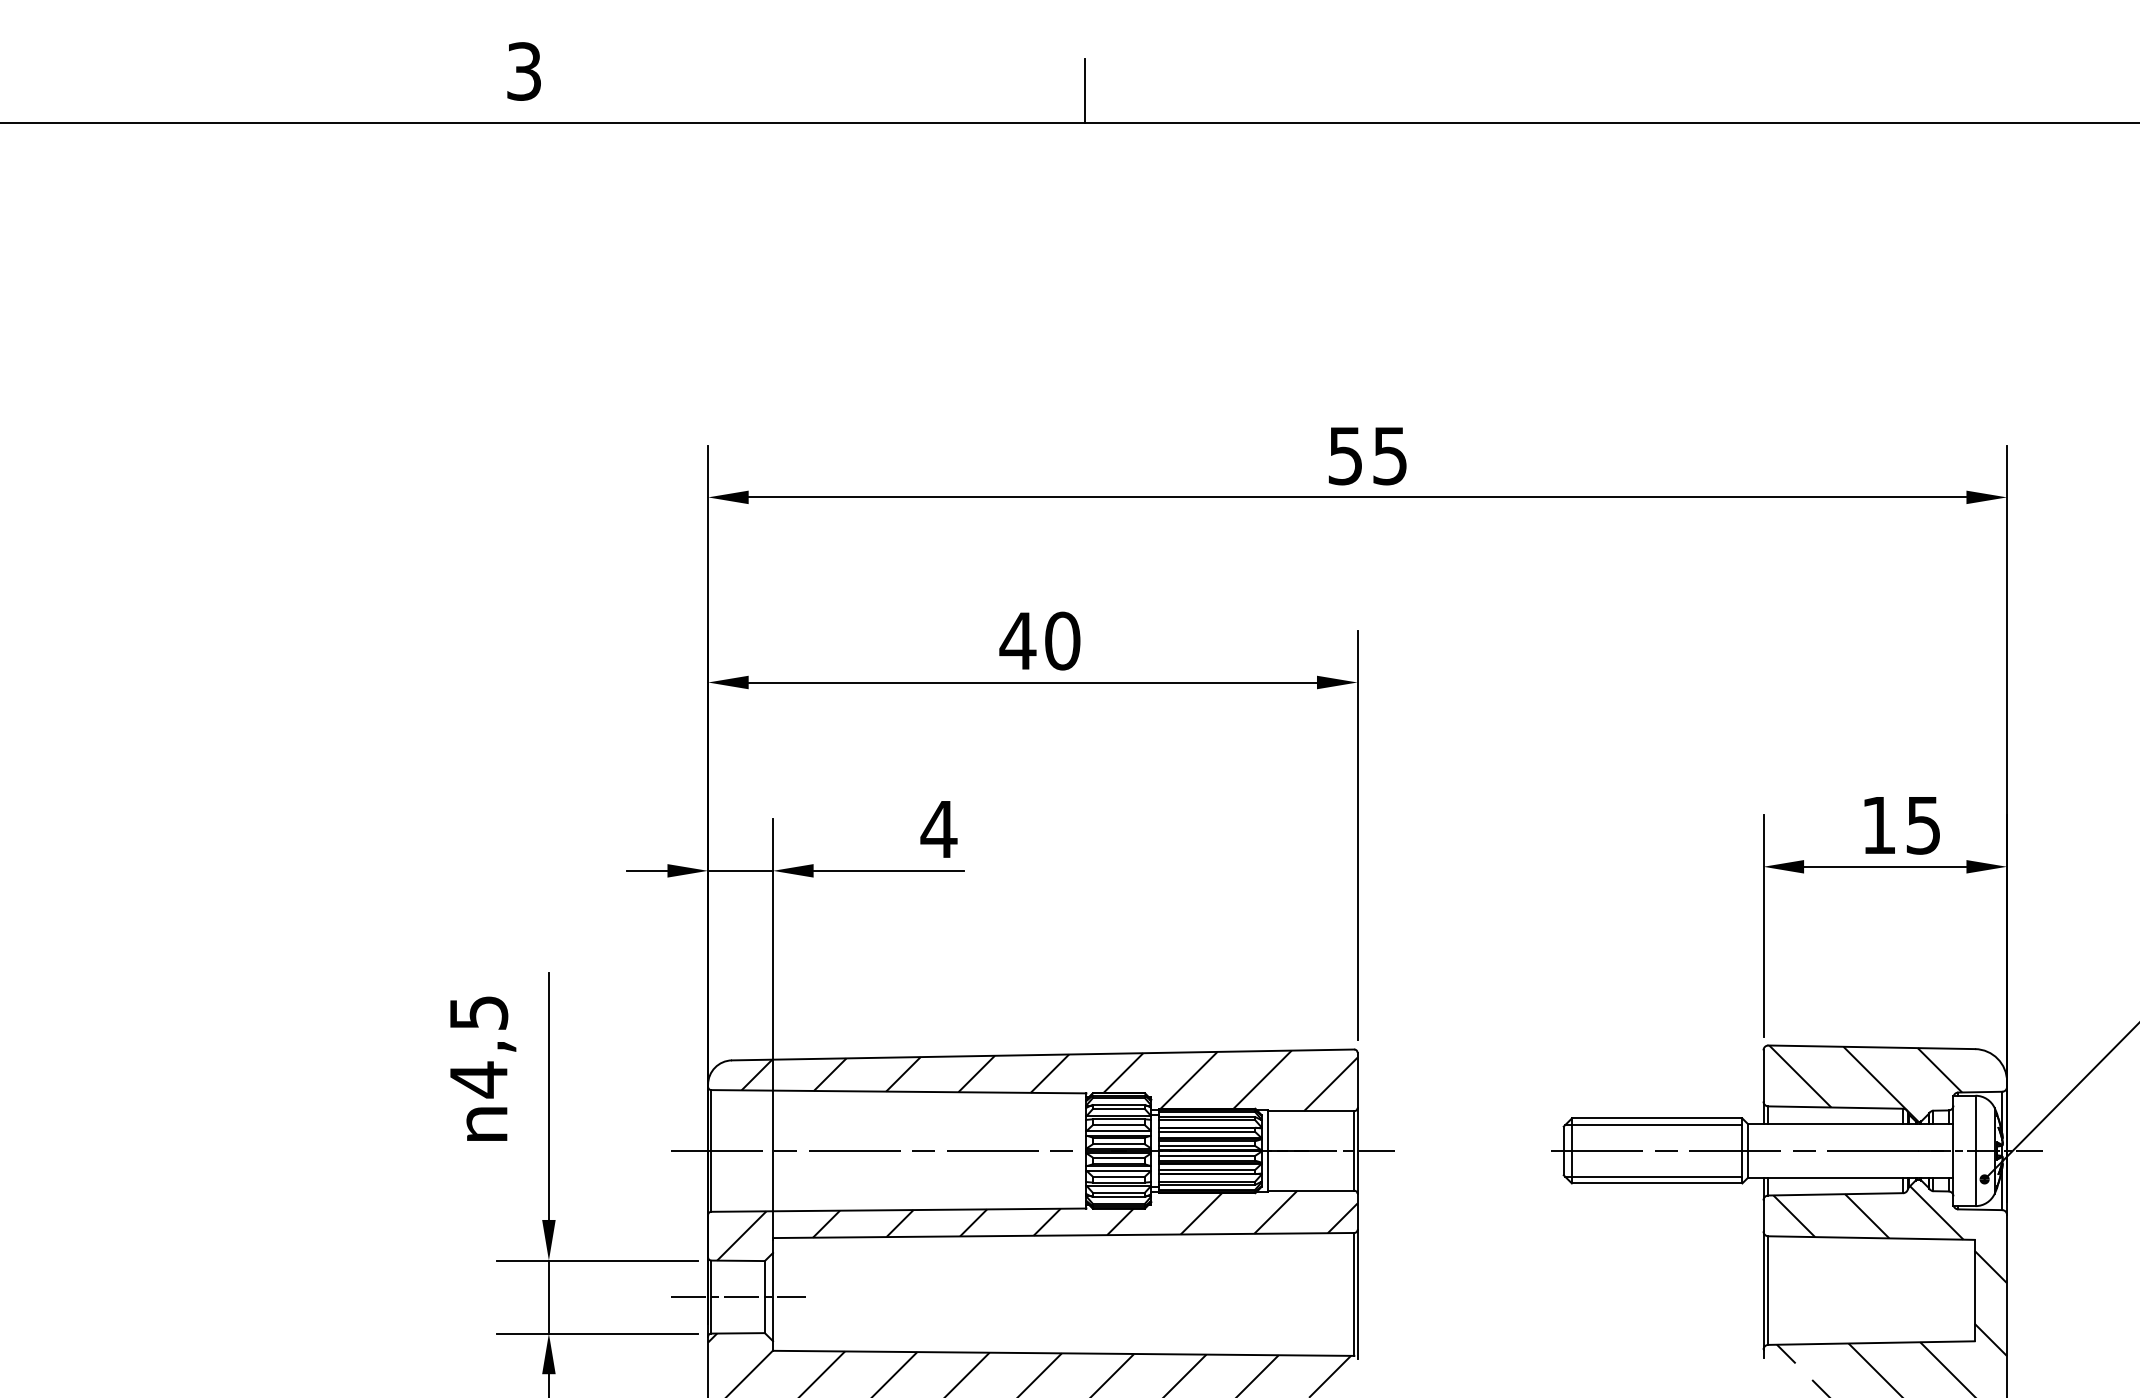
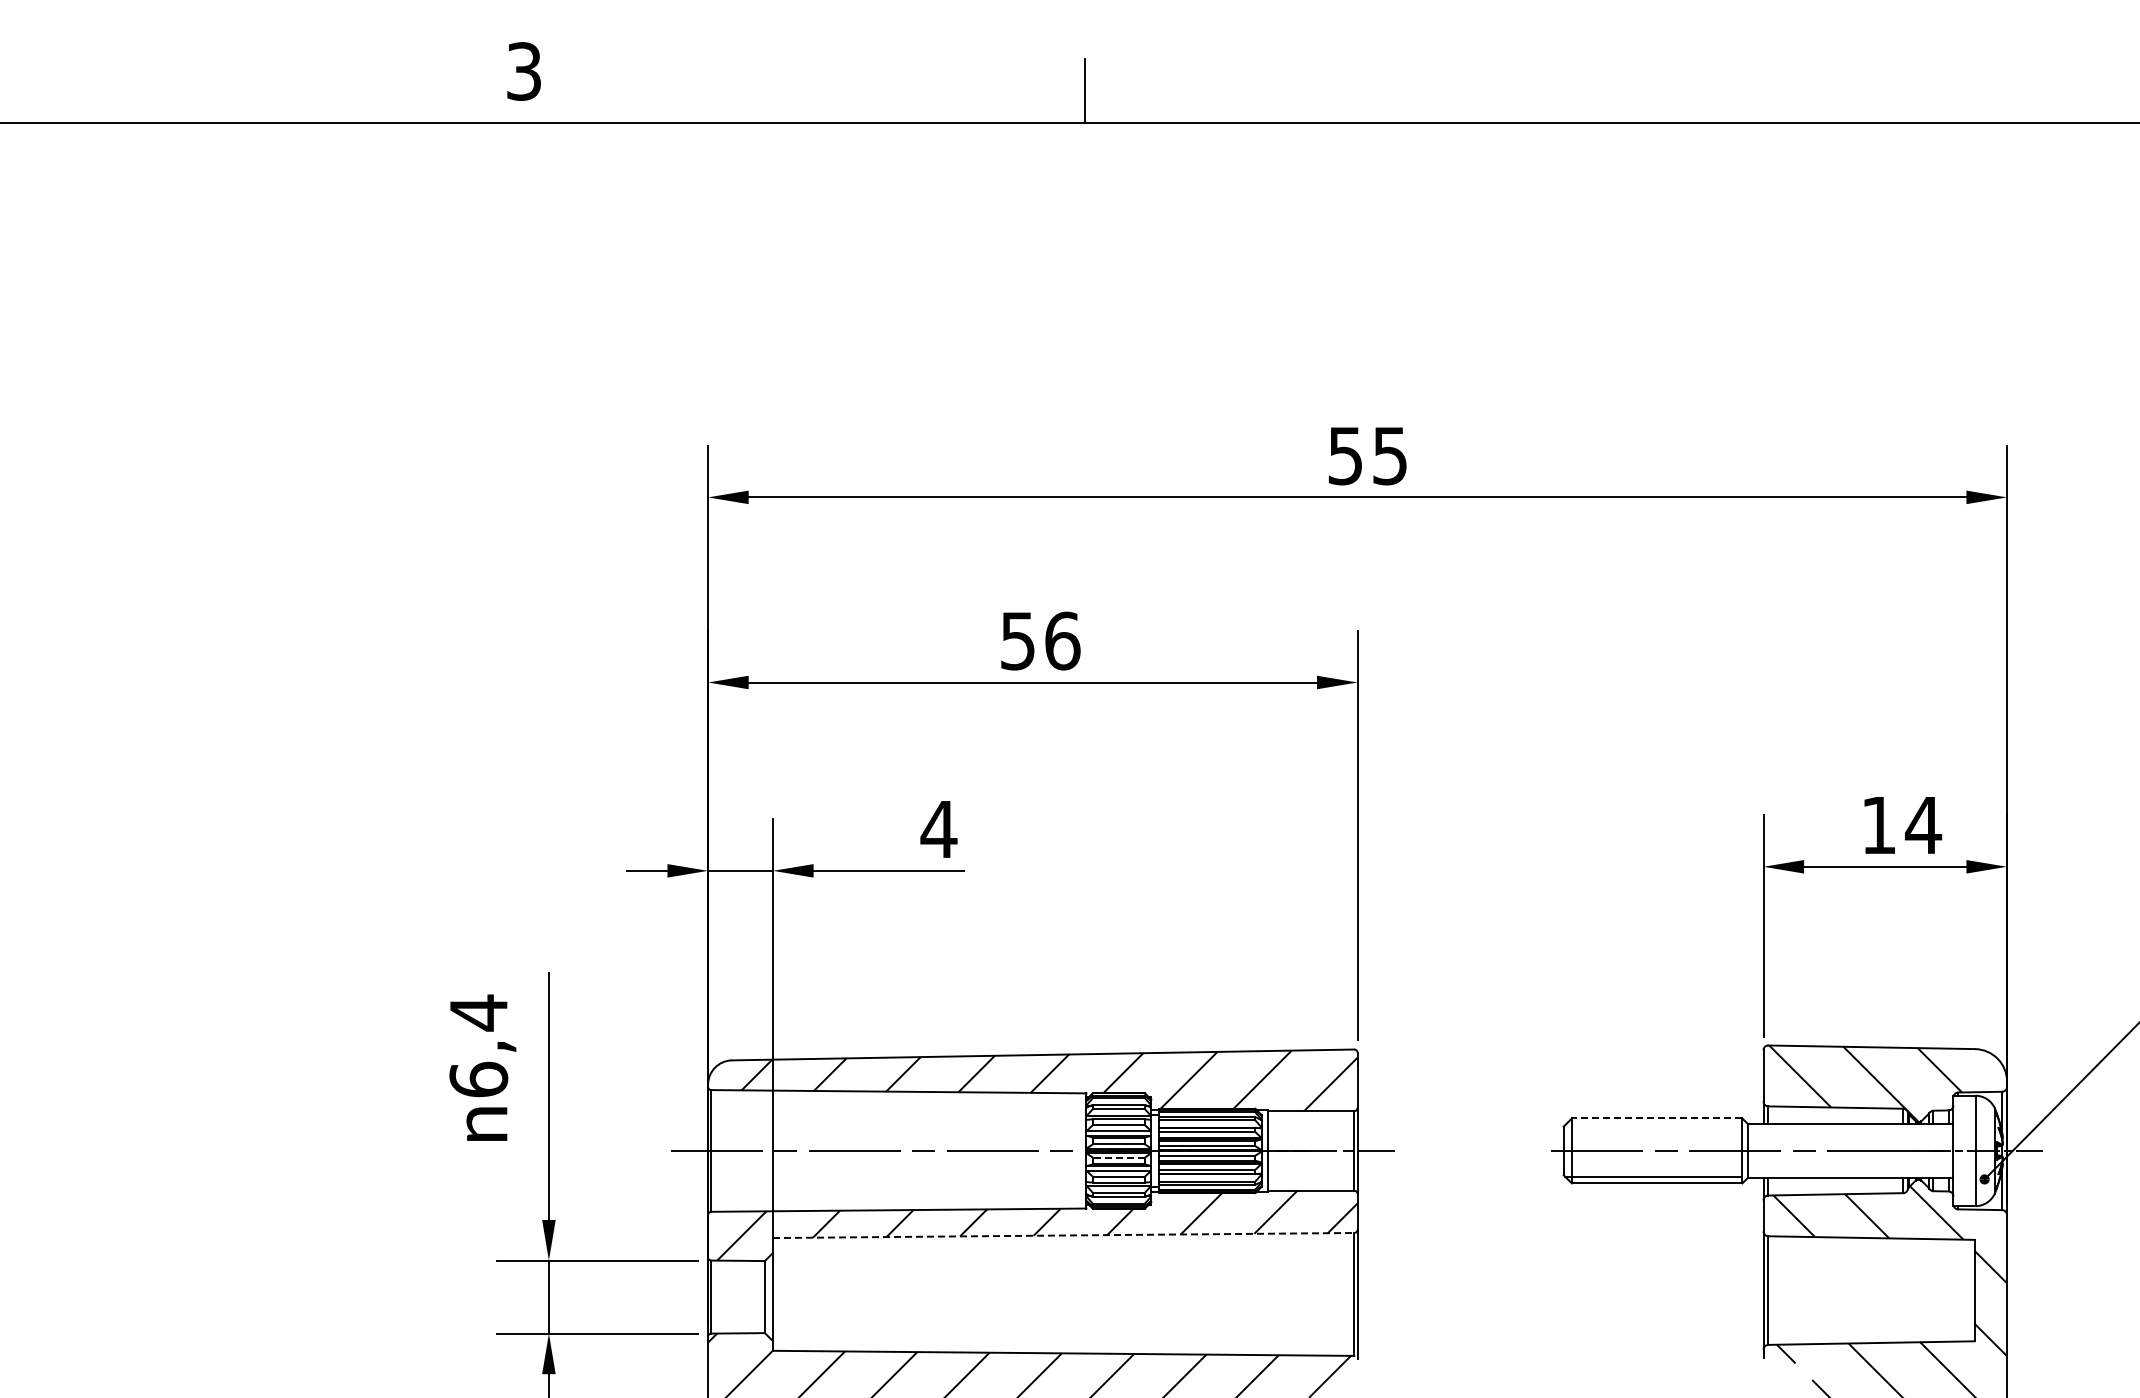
text at (1039, 640): 40 -> 56
text at (1923, 825): 15 -> 14
text at (478, 1046): 4,5 -> 6,4
line at (1656, 1118): solid -> dashed
line at (1653, 1125): present -> none
line at (1118, 1157): solid -> dashed
line at (1063, 1235): solid -> dashed
line at (737, 1297): present -> none
